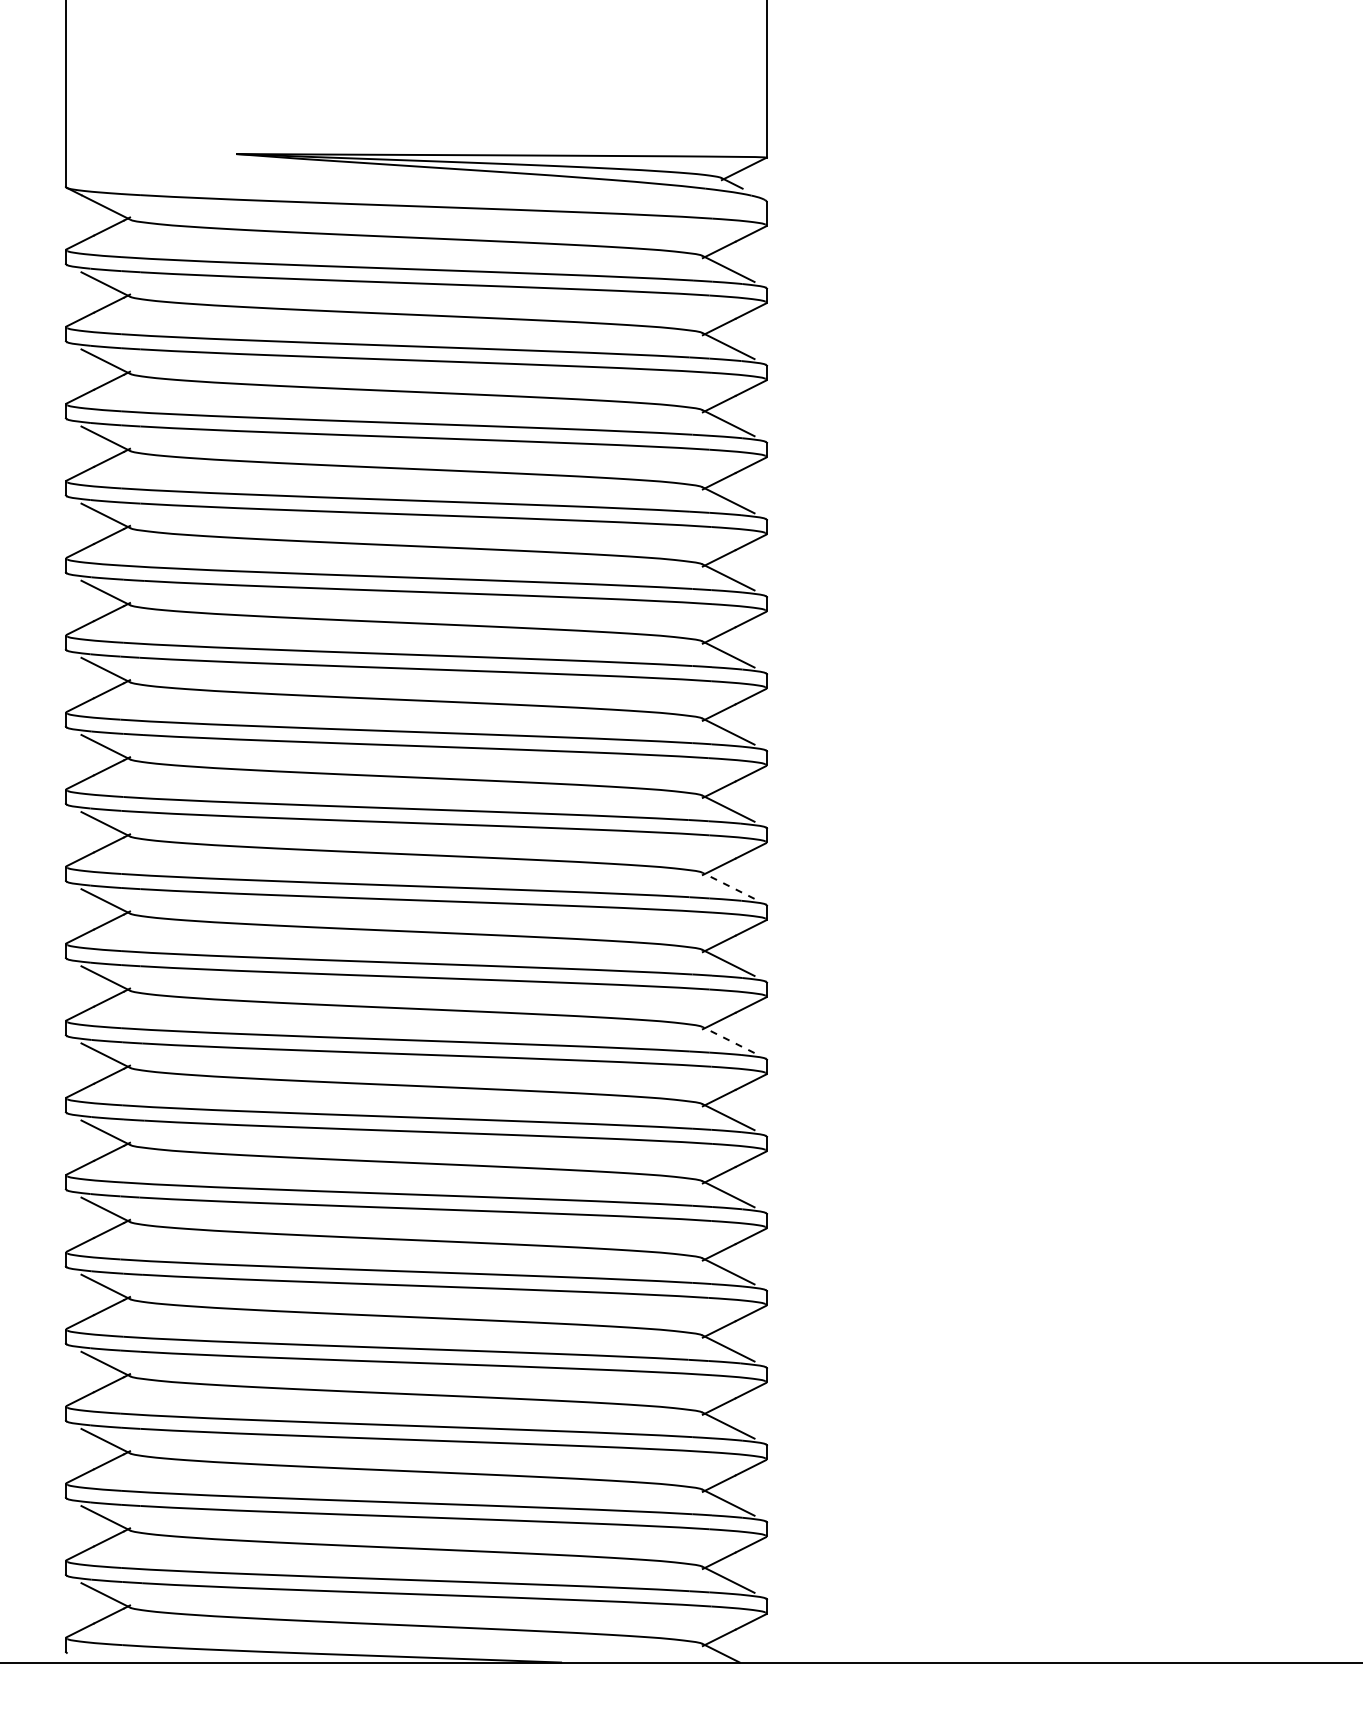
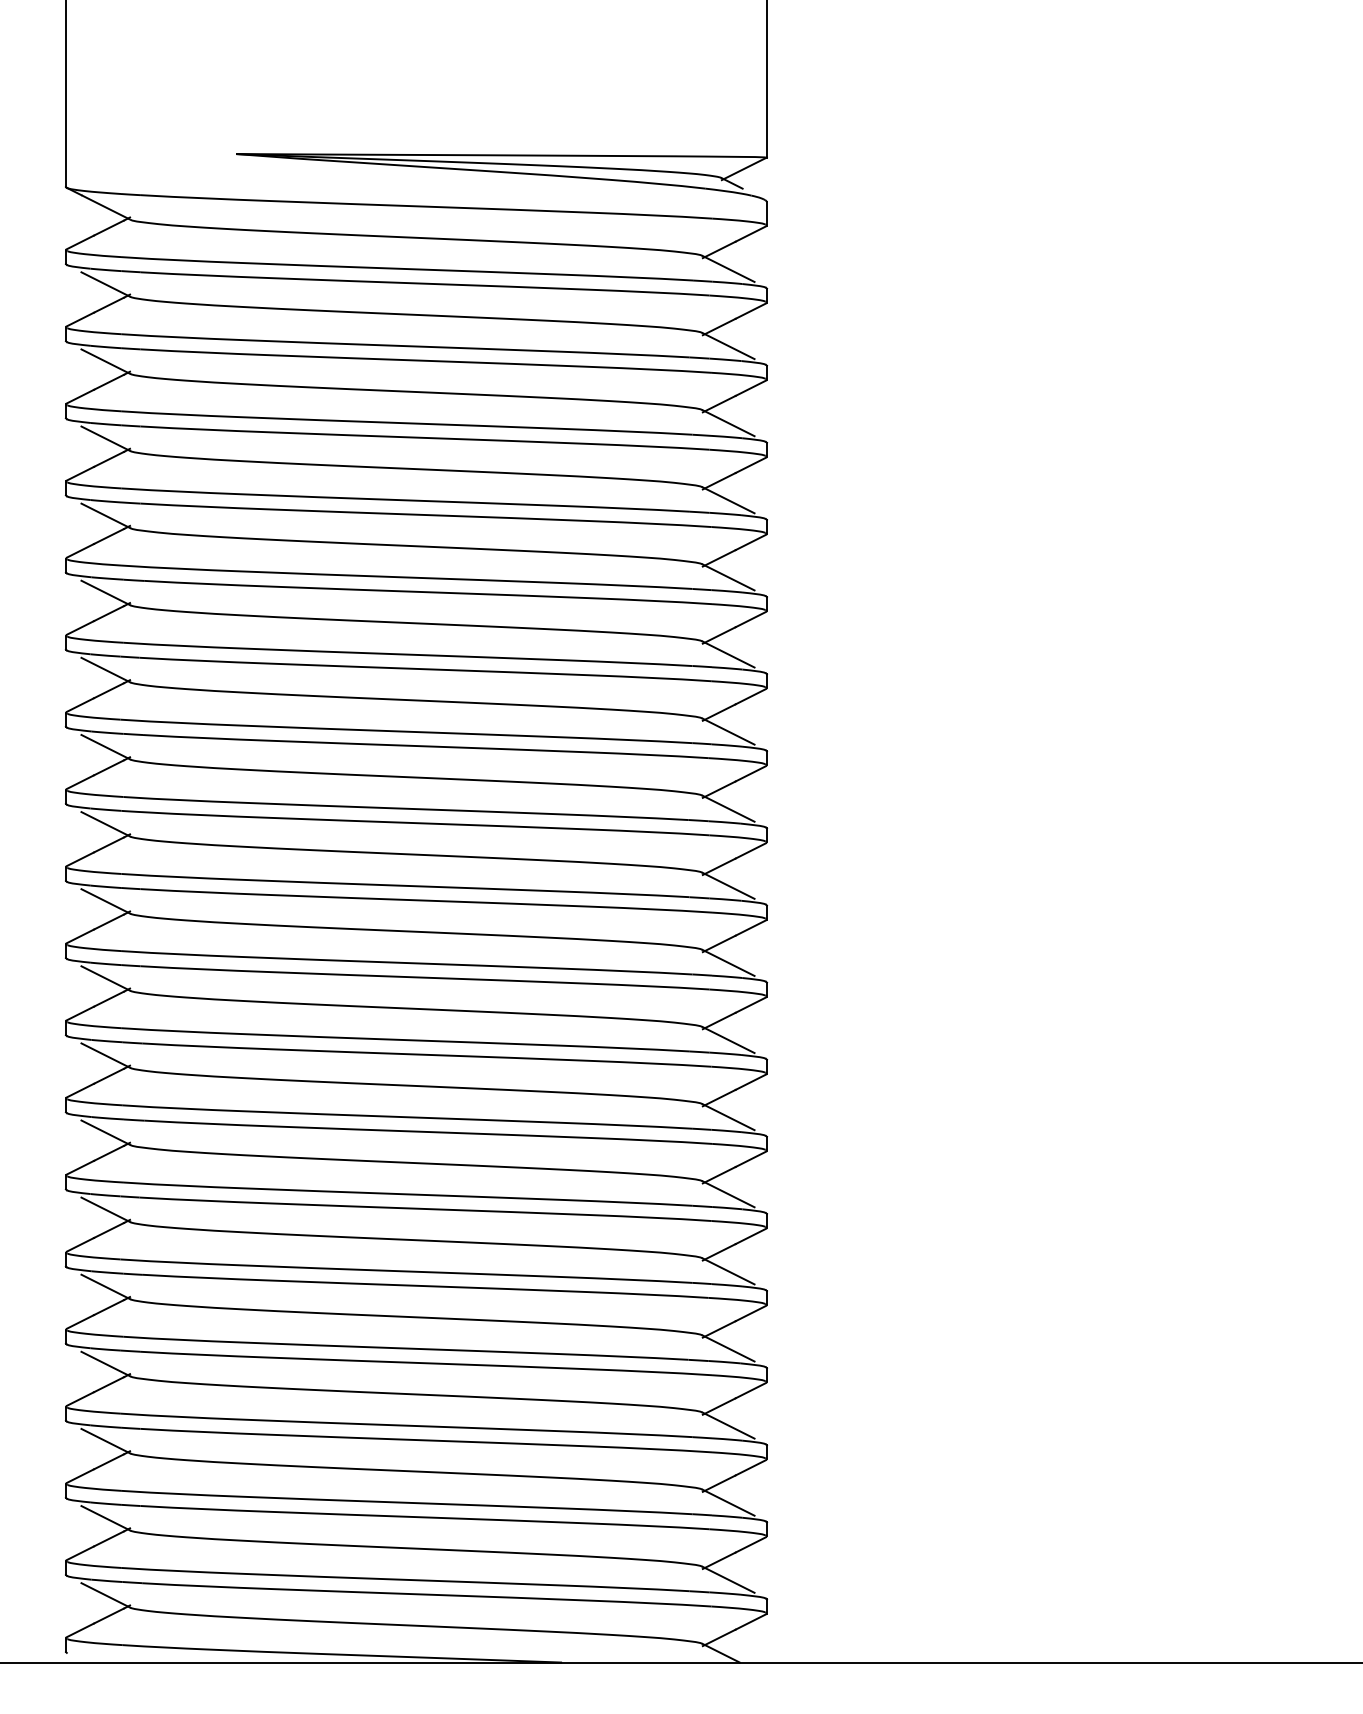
line at (728, 885): dashed -> solid
line at (728, 1040): dashed -> solid
